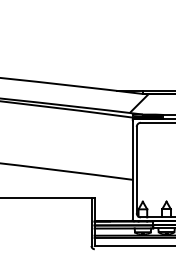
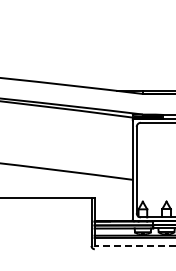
hatch at (138, 102): present -> none
line at (134, 246): solid -> dashed
